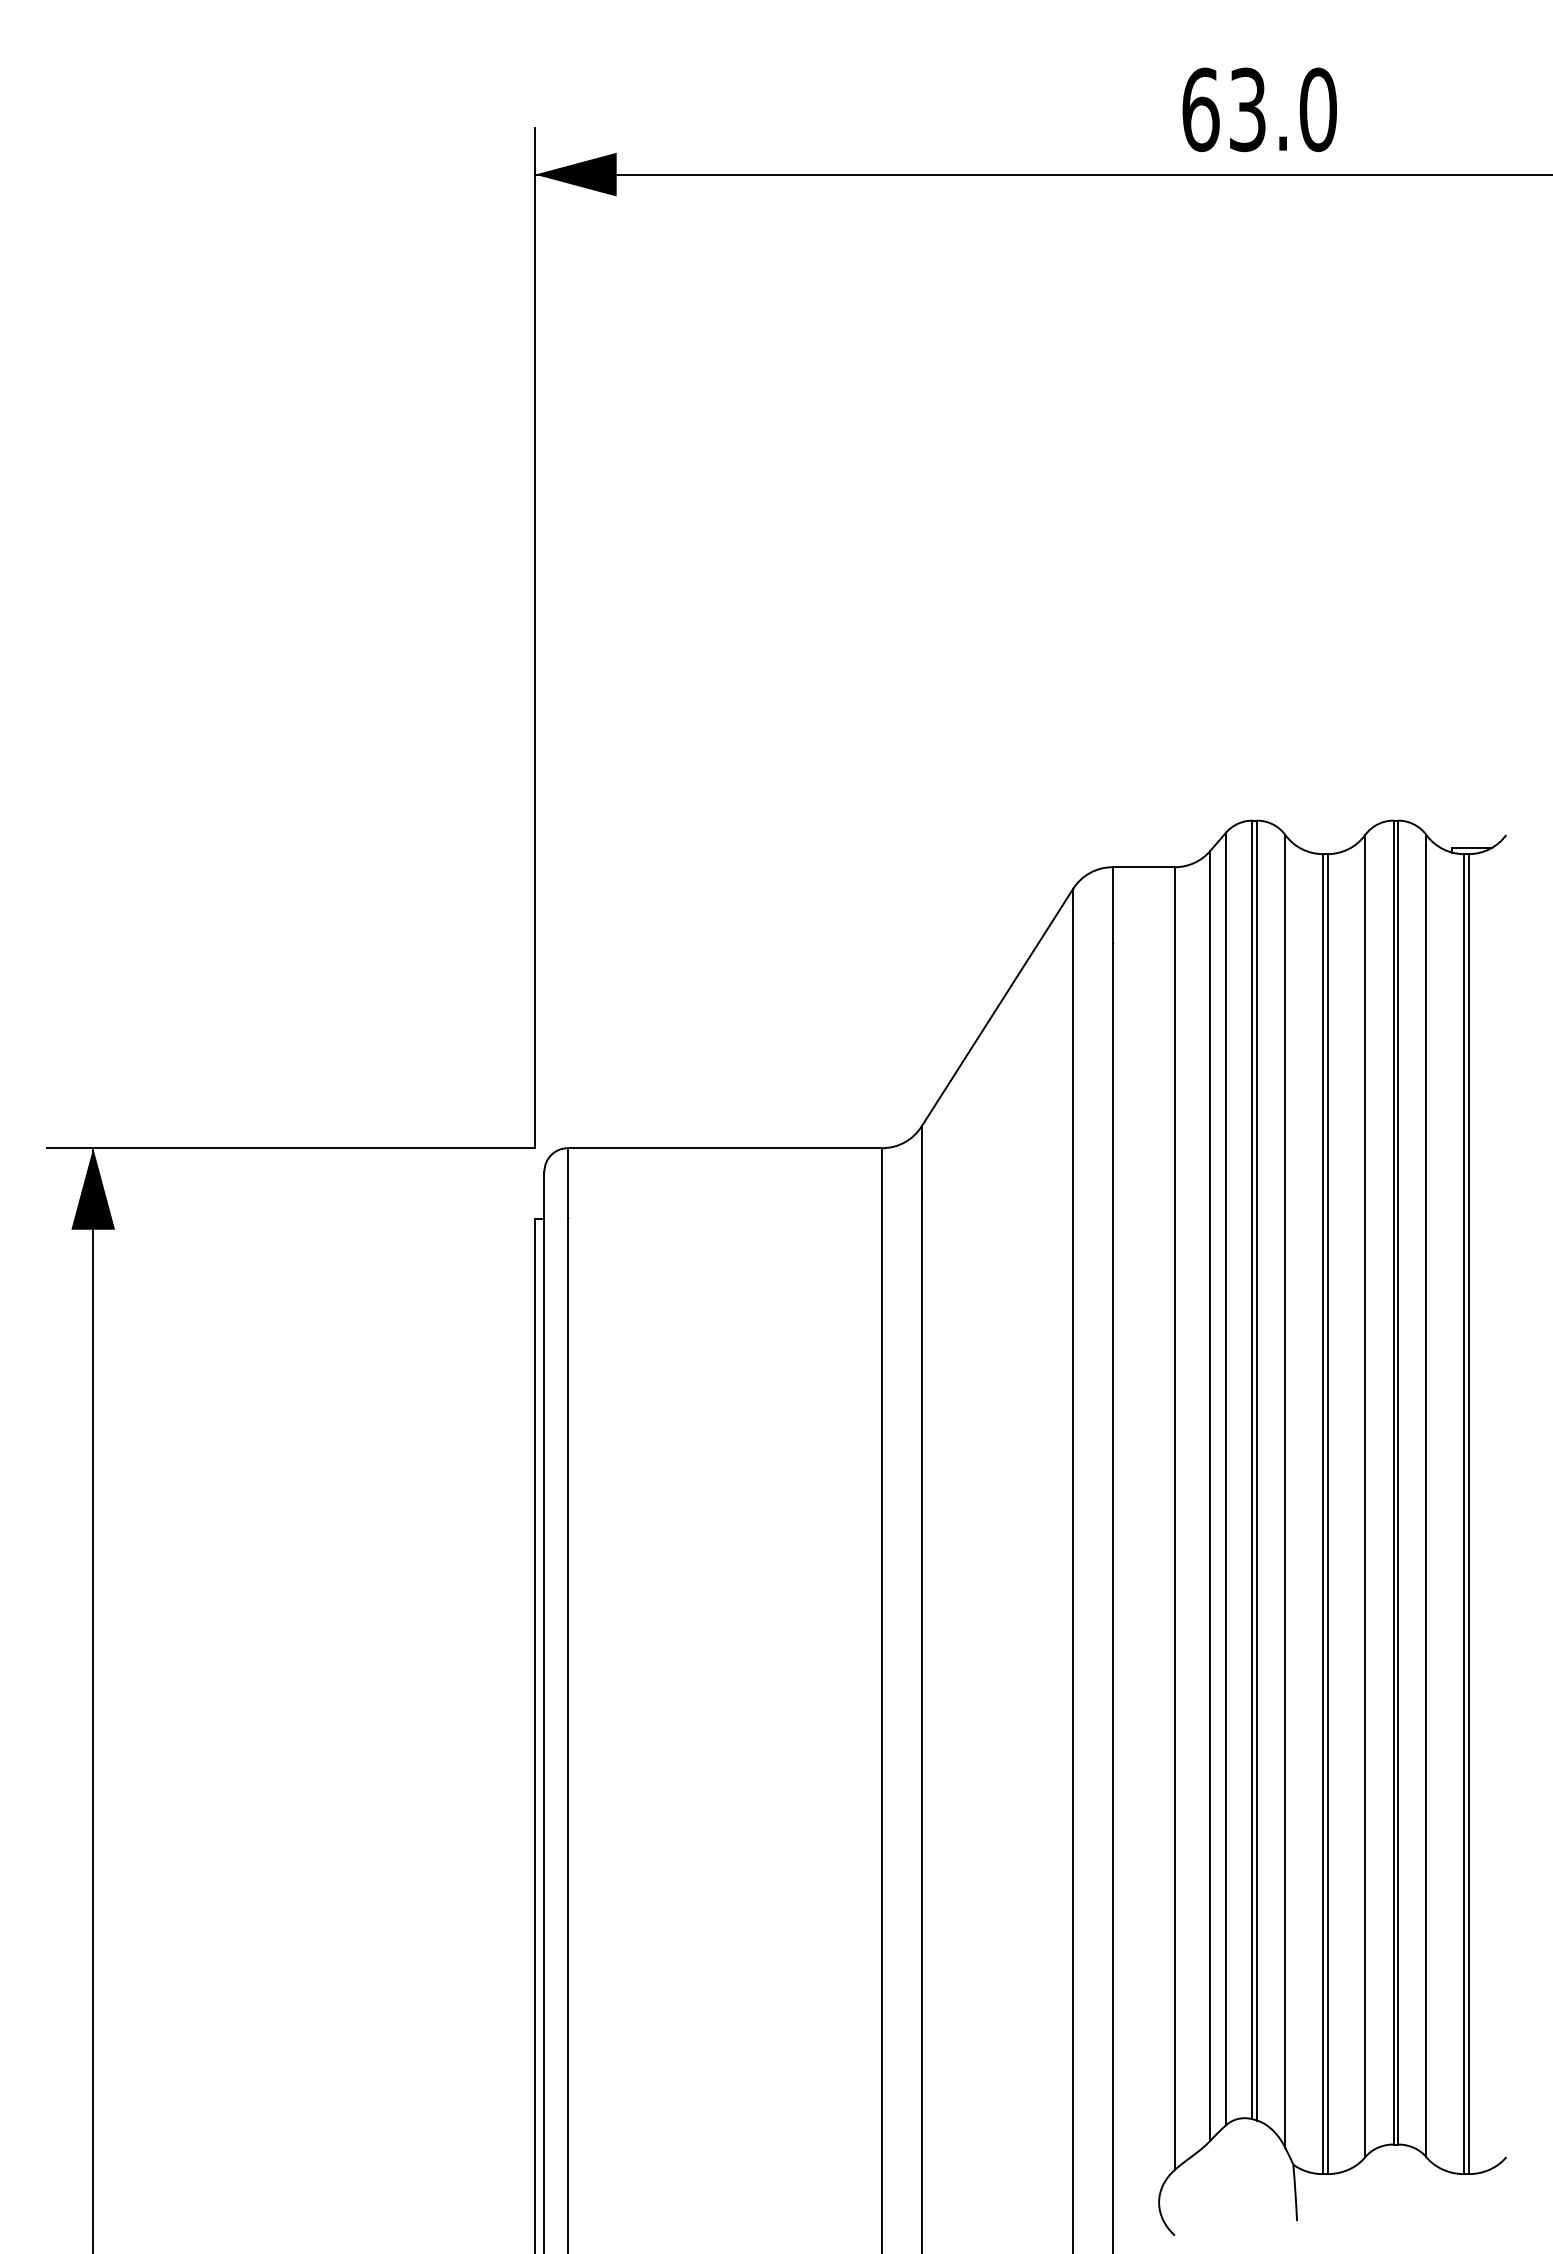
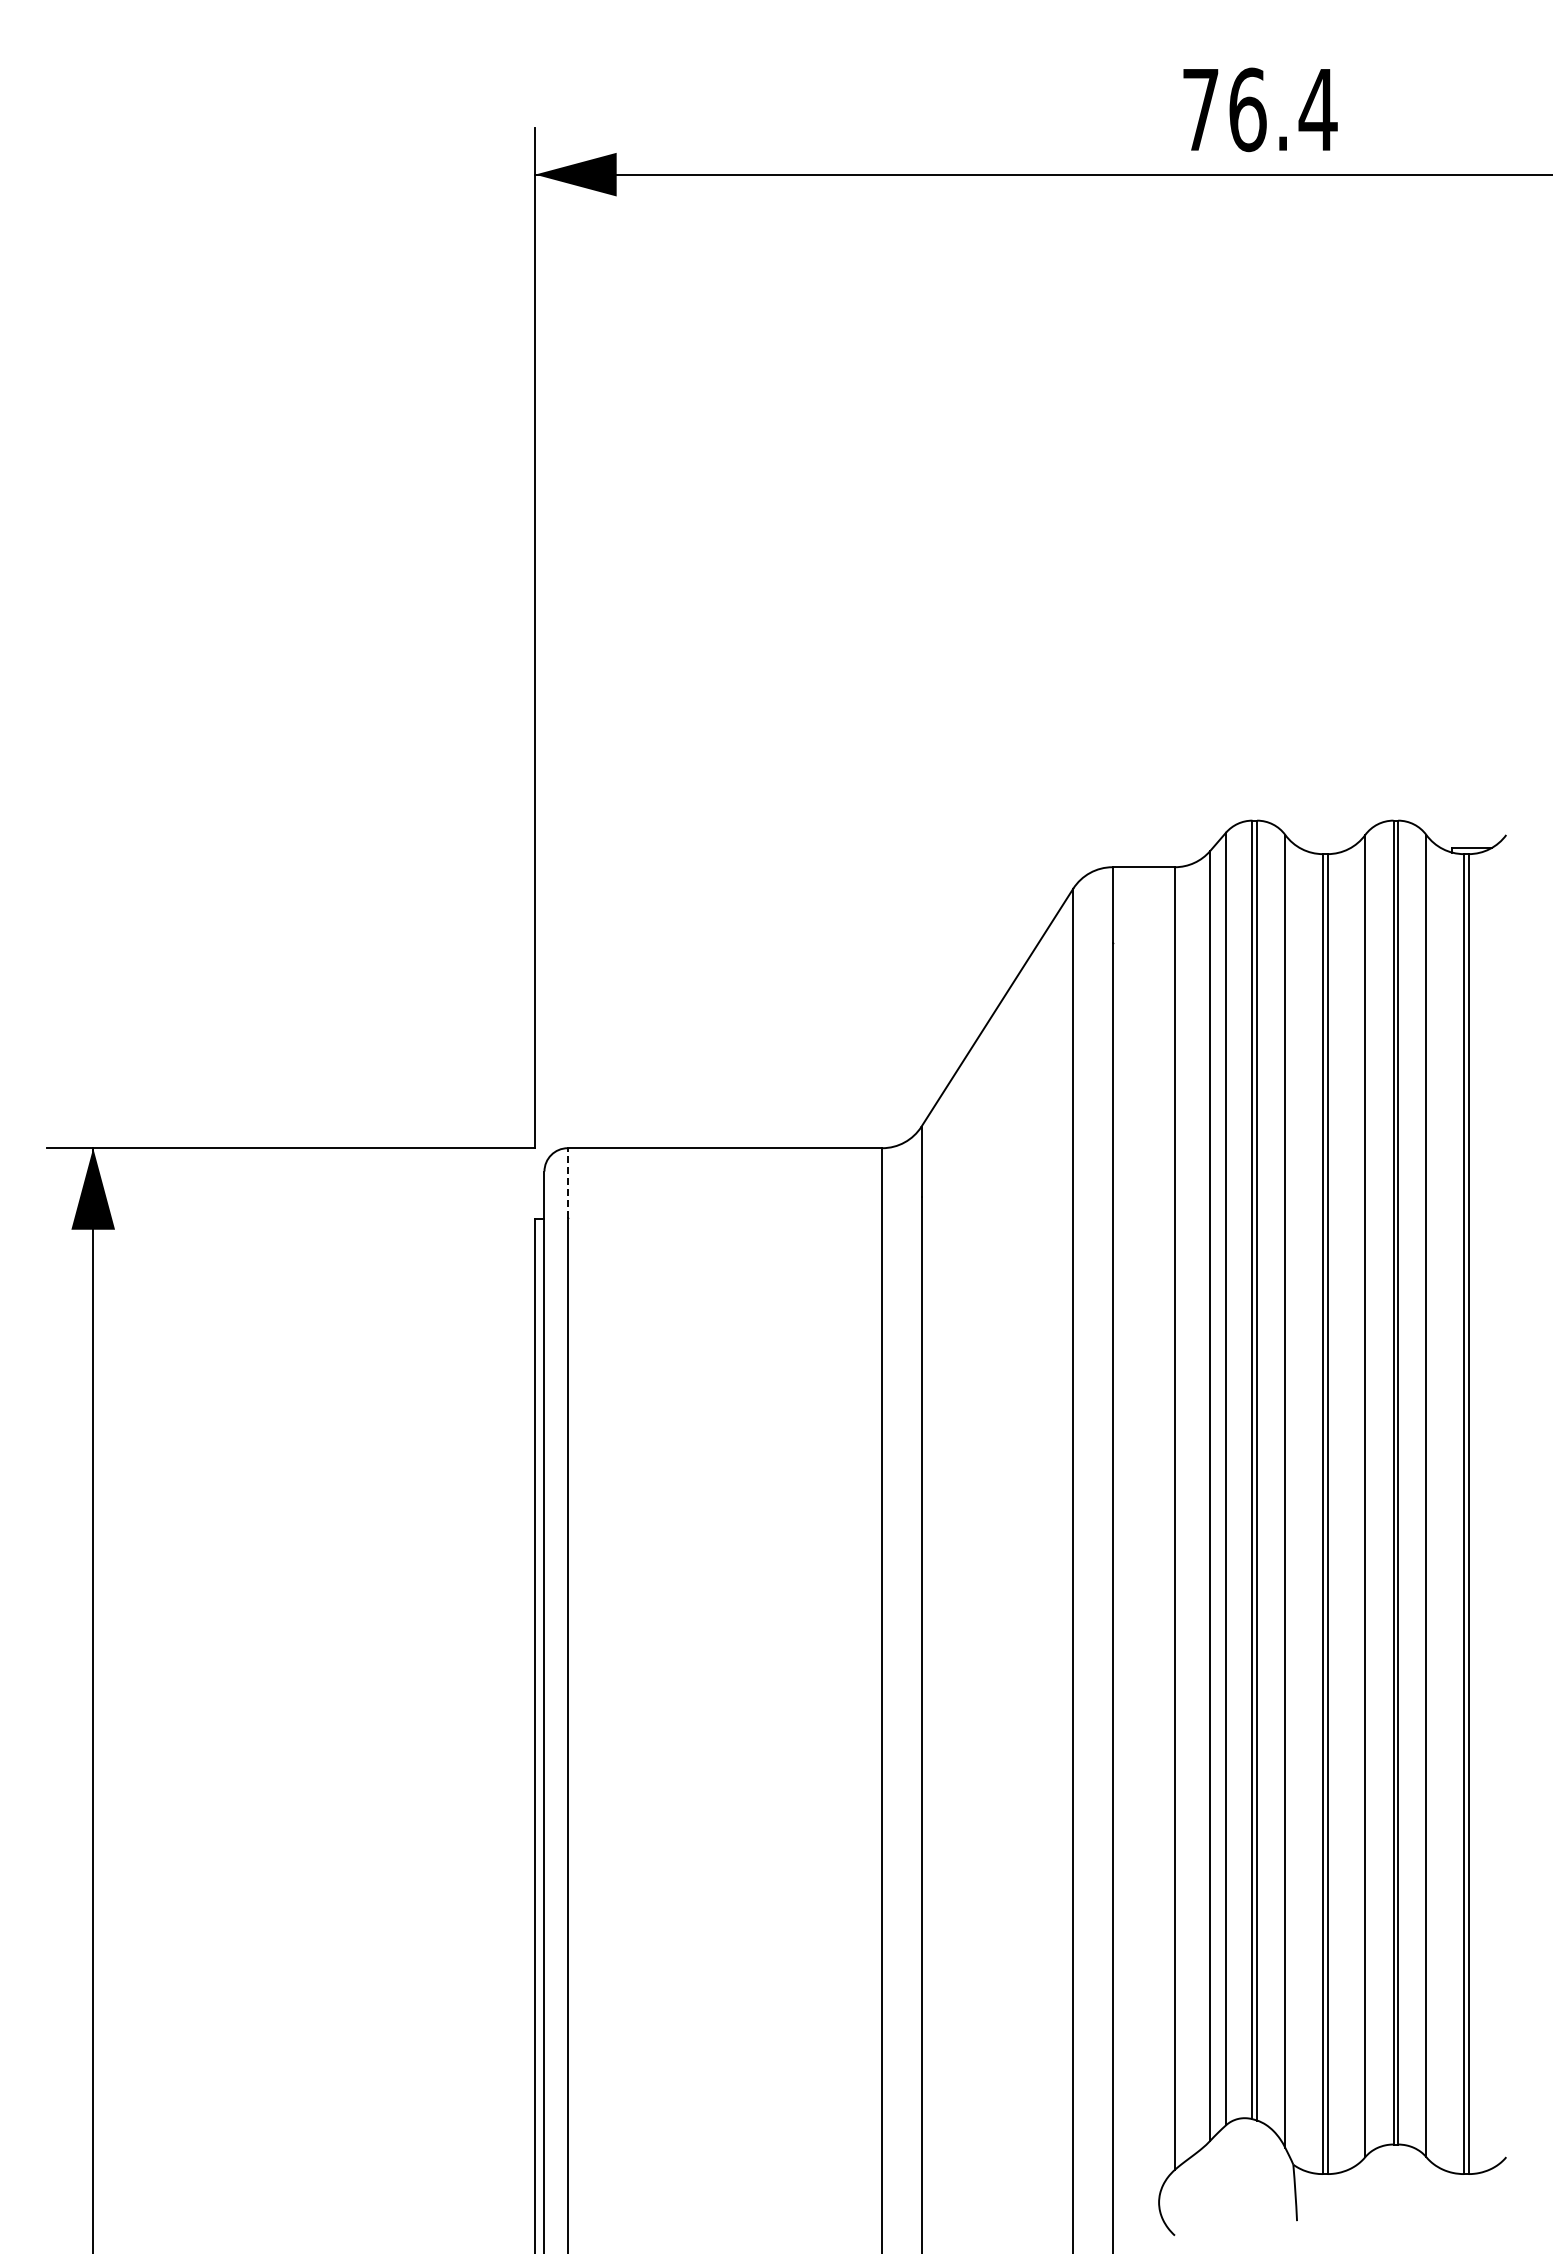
text at (1259, 109): 63.0 -> 76.4
line at (567, 1182): solid -> dashed
